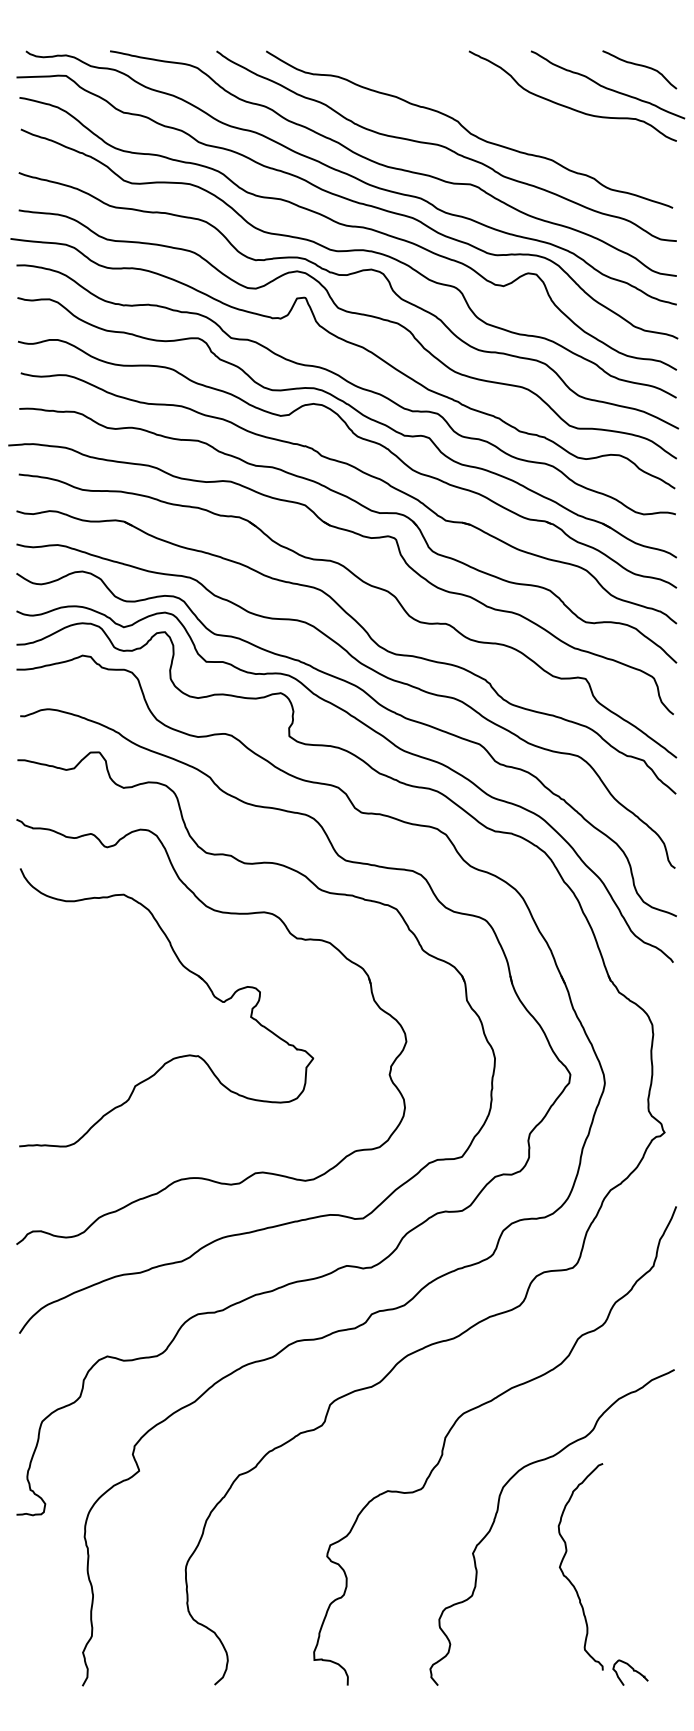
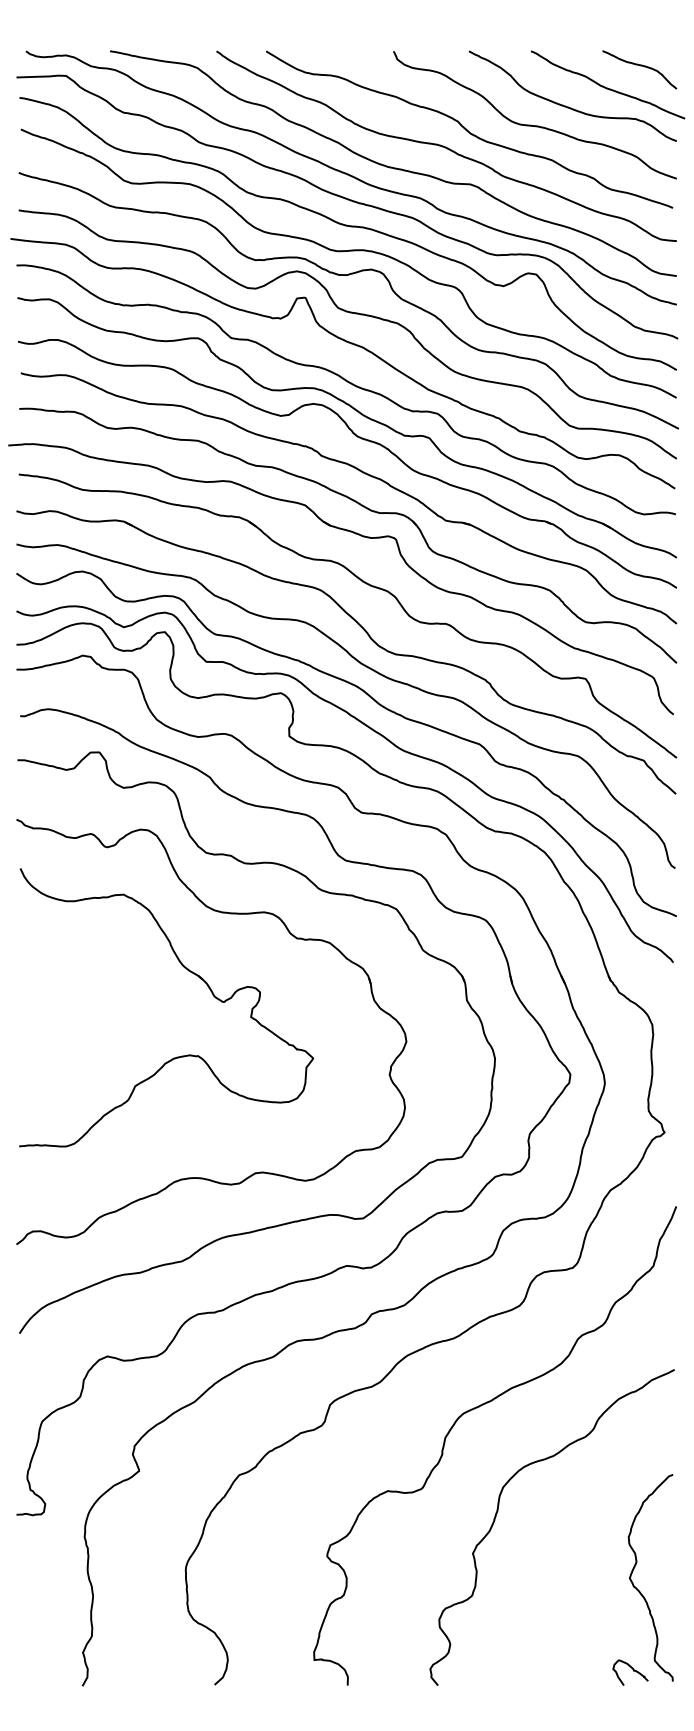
curve at (531, 124): none -> present
curve at (568, 1578) position: (568, 1578) -> (638, 1589)
